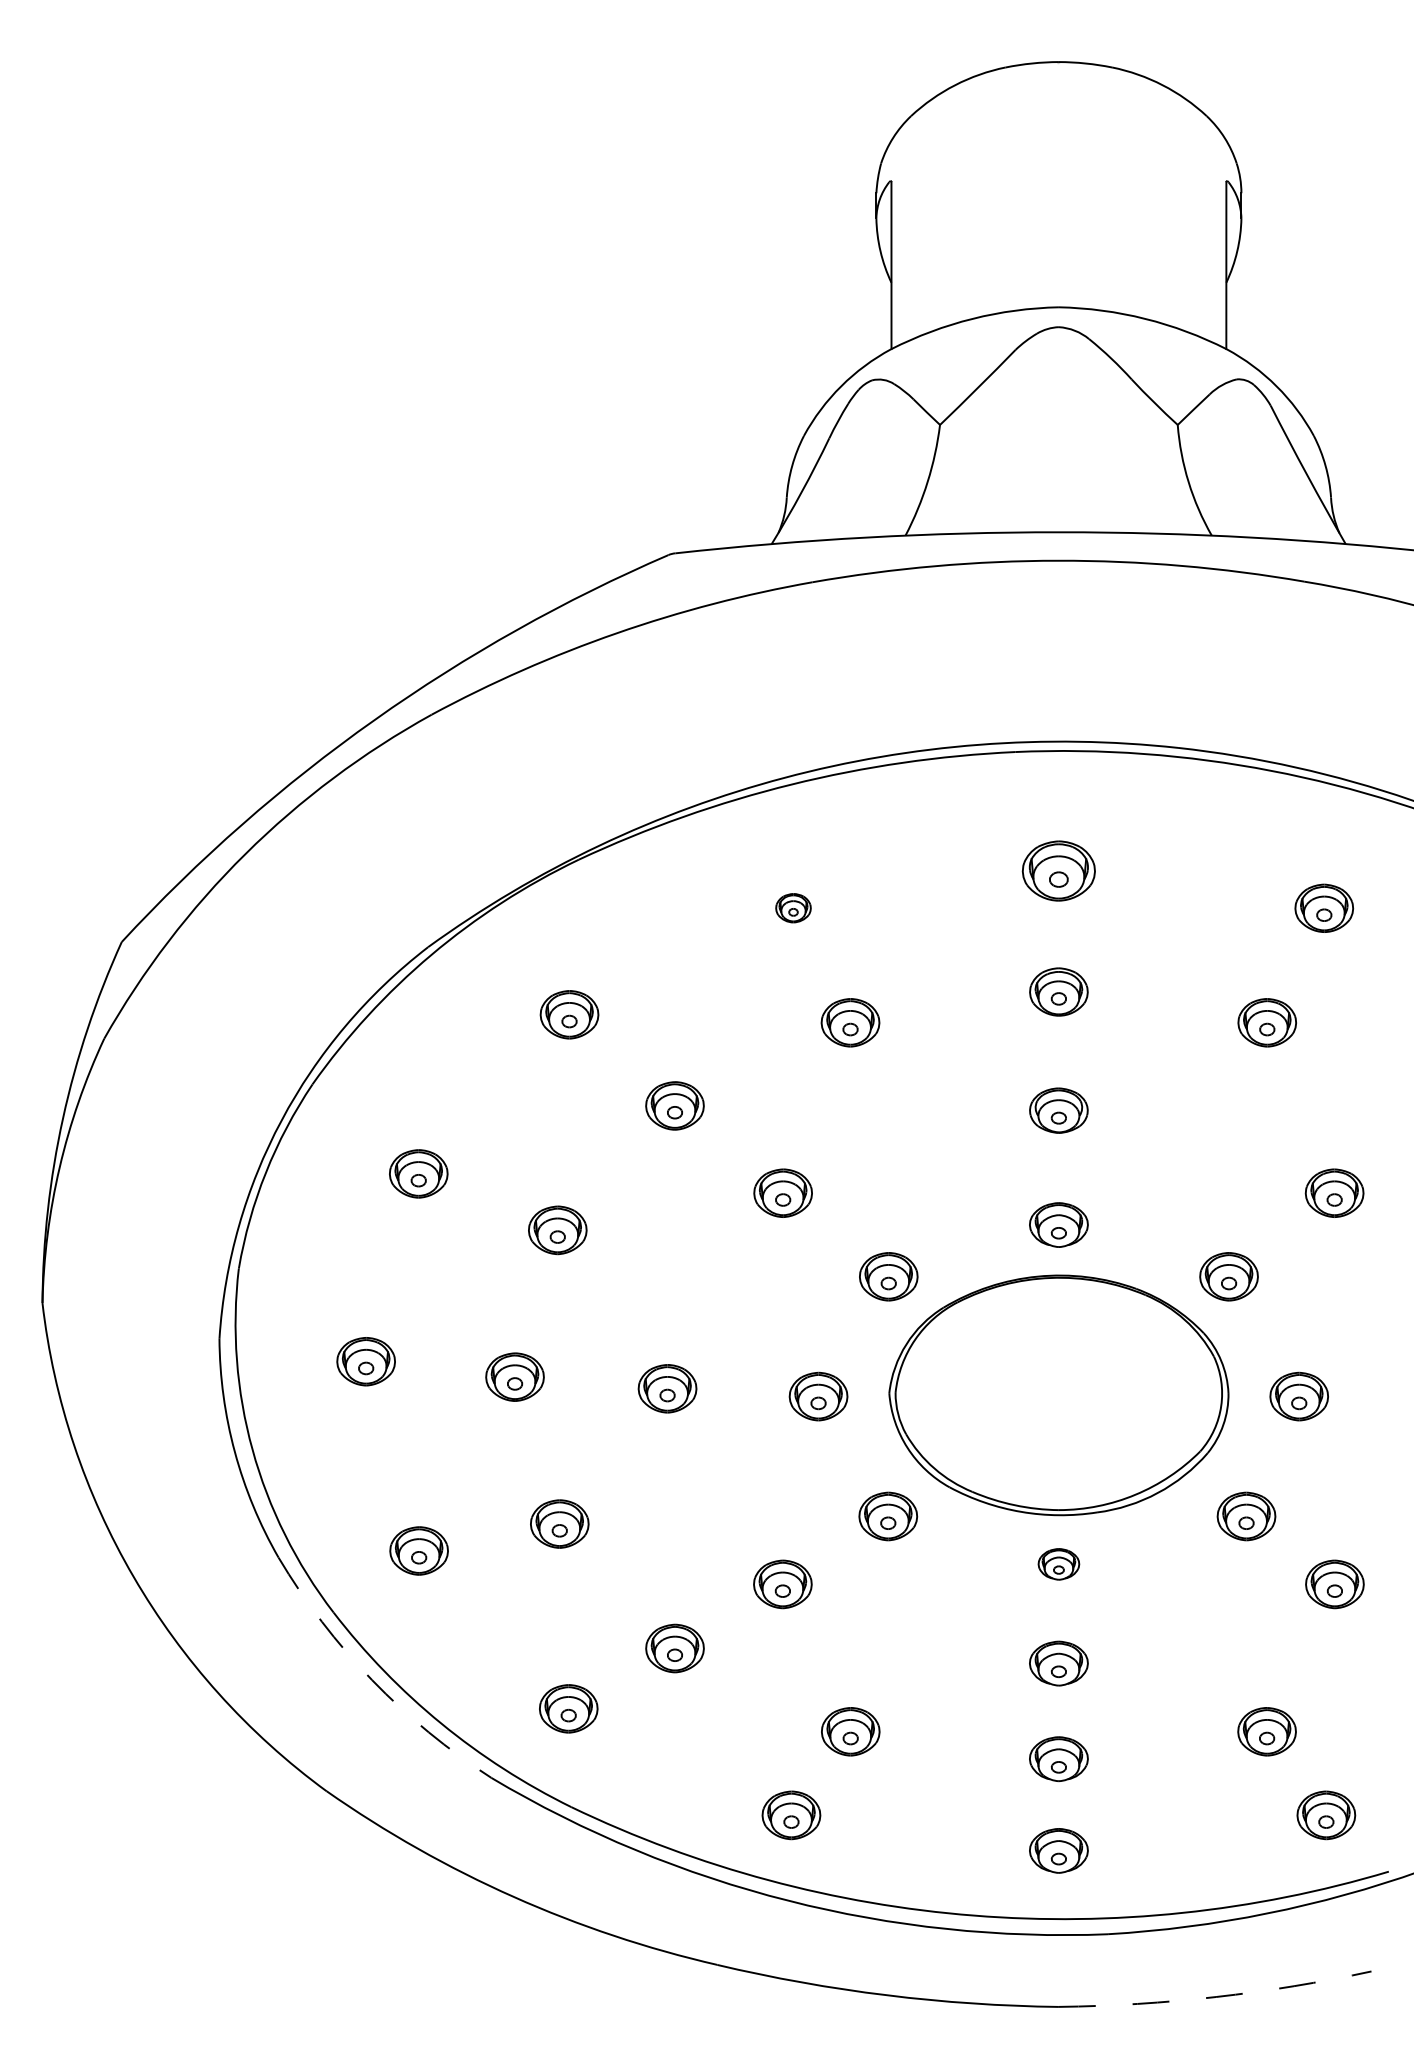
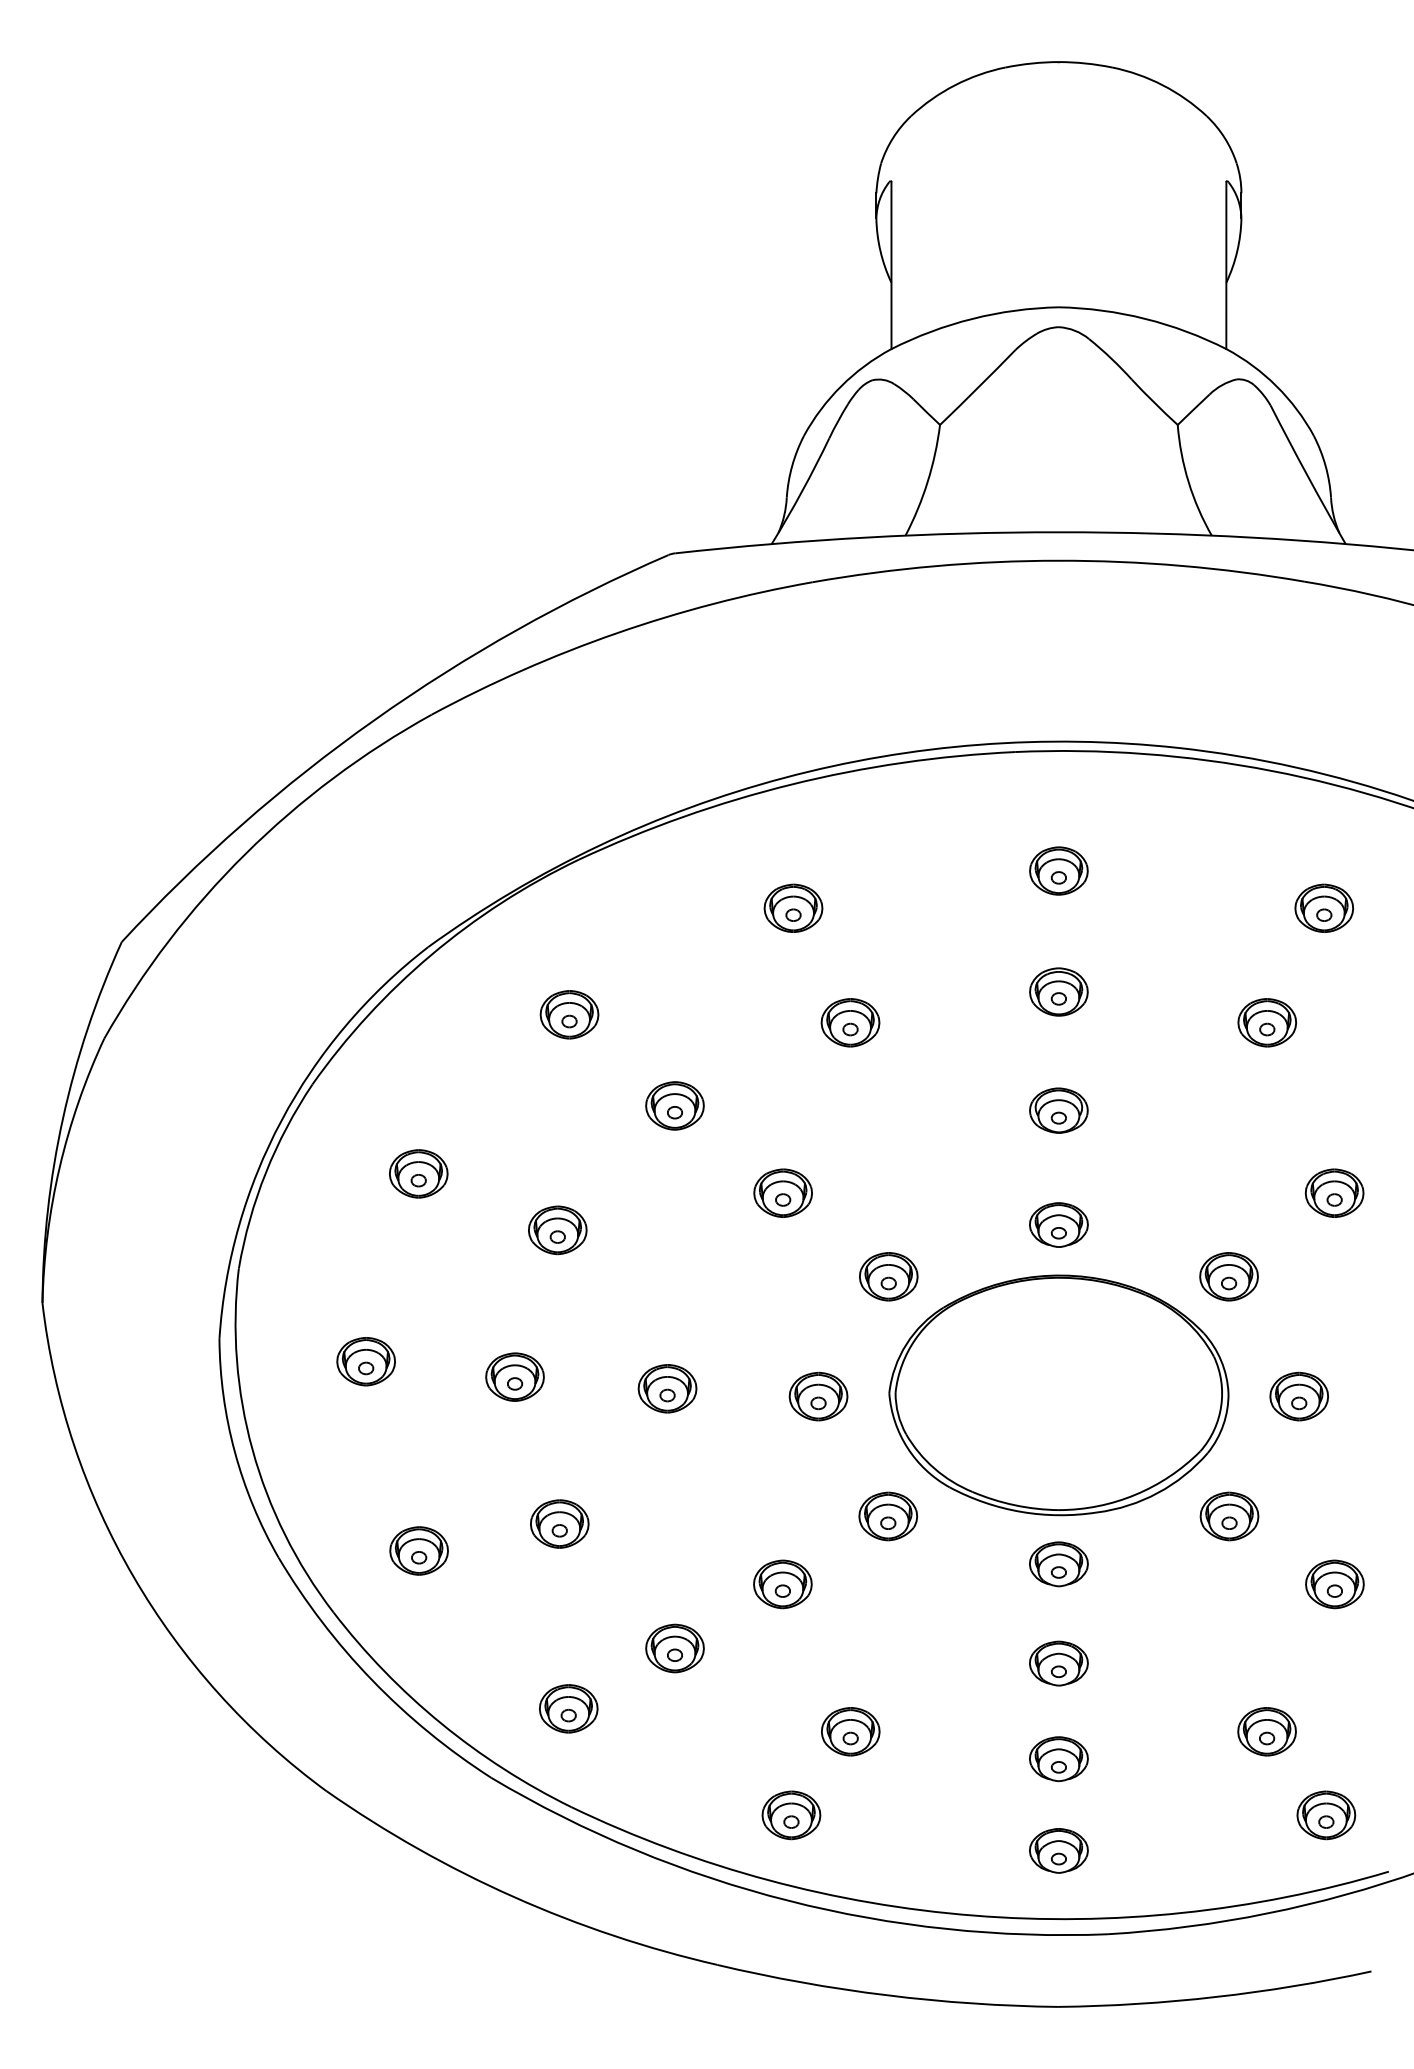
part at (1058, 870) size: 75x62 px -> 60x50 px
part at (793, 908) size: 37x31 px -> 61x50 px
part at (1246, 1516) position: (1246, 1516) -> (1229, 1516)
part at (1058, 1564) size: 44x33 px -> 60x47 px
arc at (372, 1680): dashed -> solid
arc at (1216, 1997): dashed -> solid
